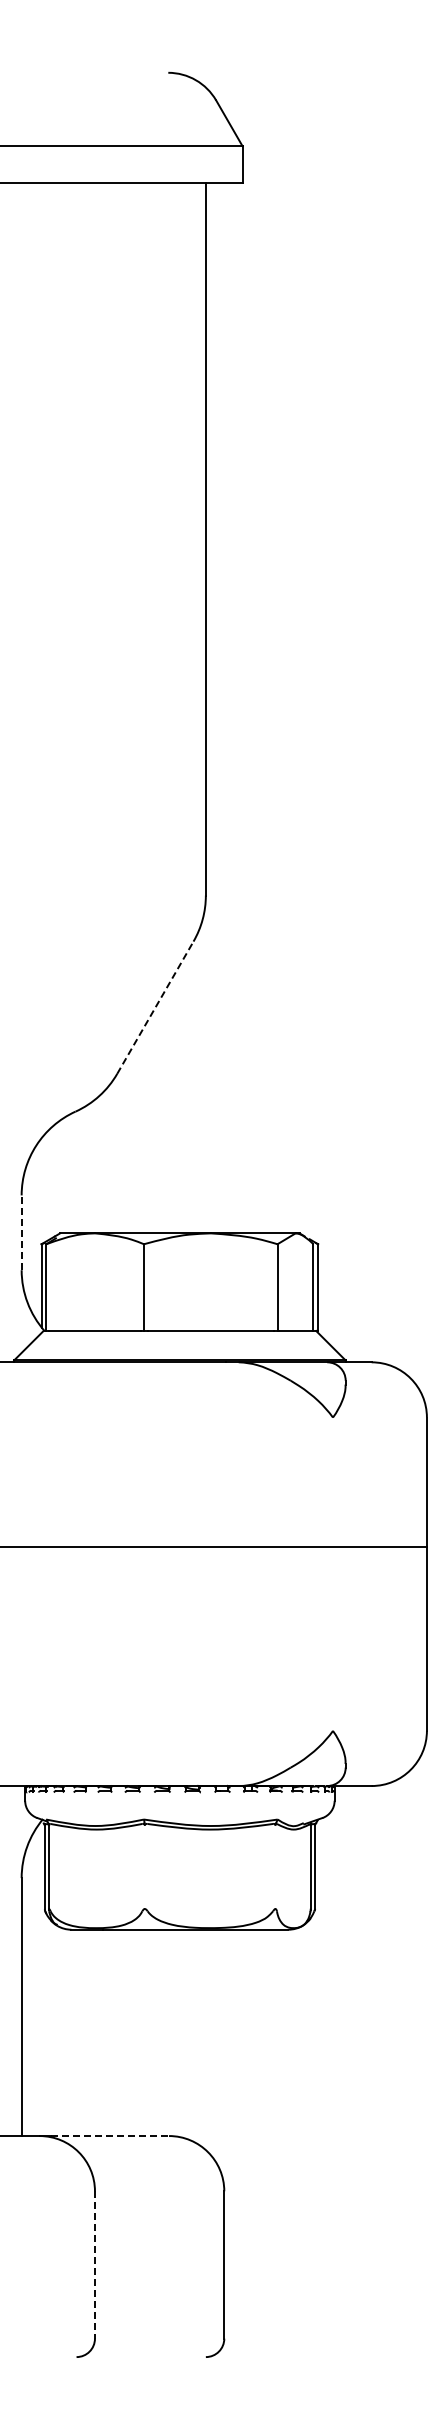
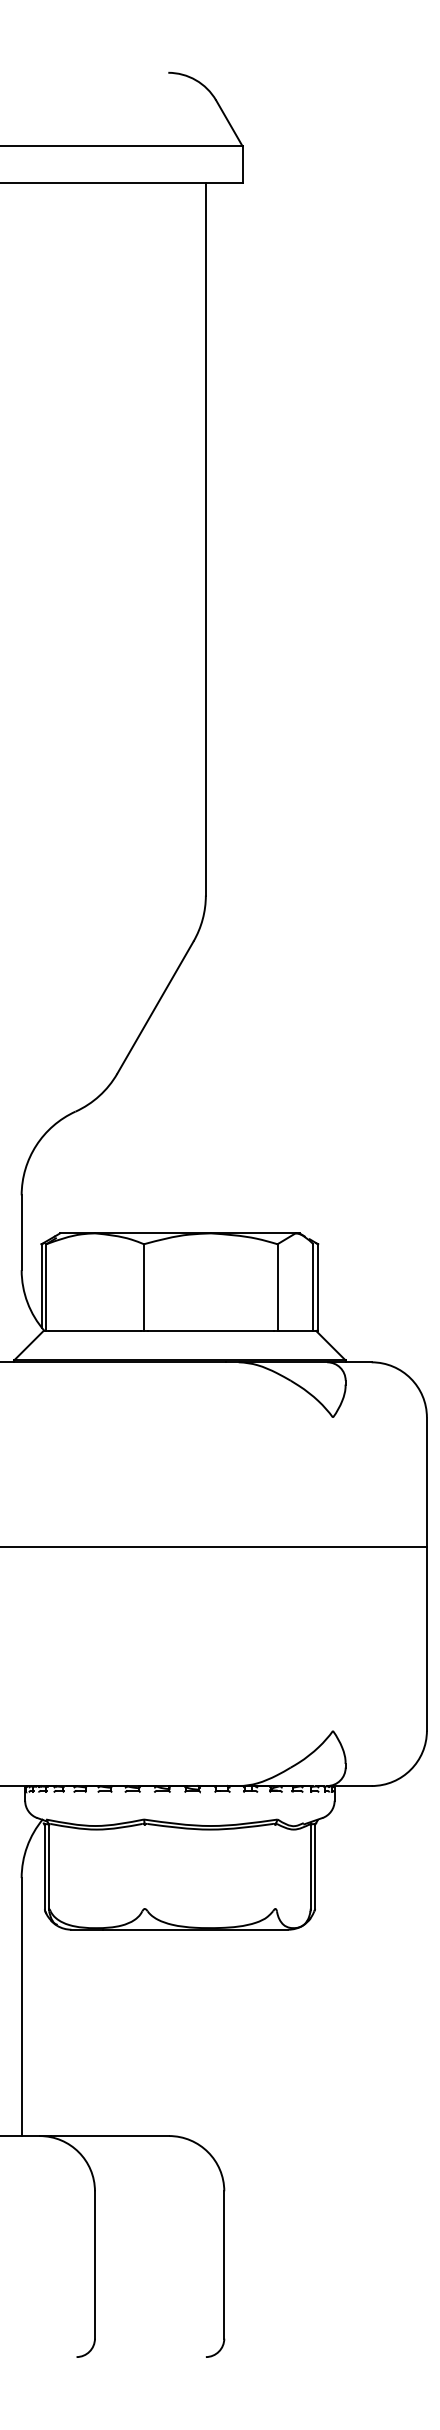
line at (155, 1007): dashed -> solid
line at (21, 1232): dashed -> solid
line at (110, 2136): dashed -> solid
line at (94, 2264): dashed -> solid
